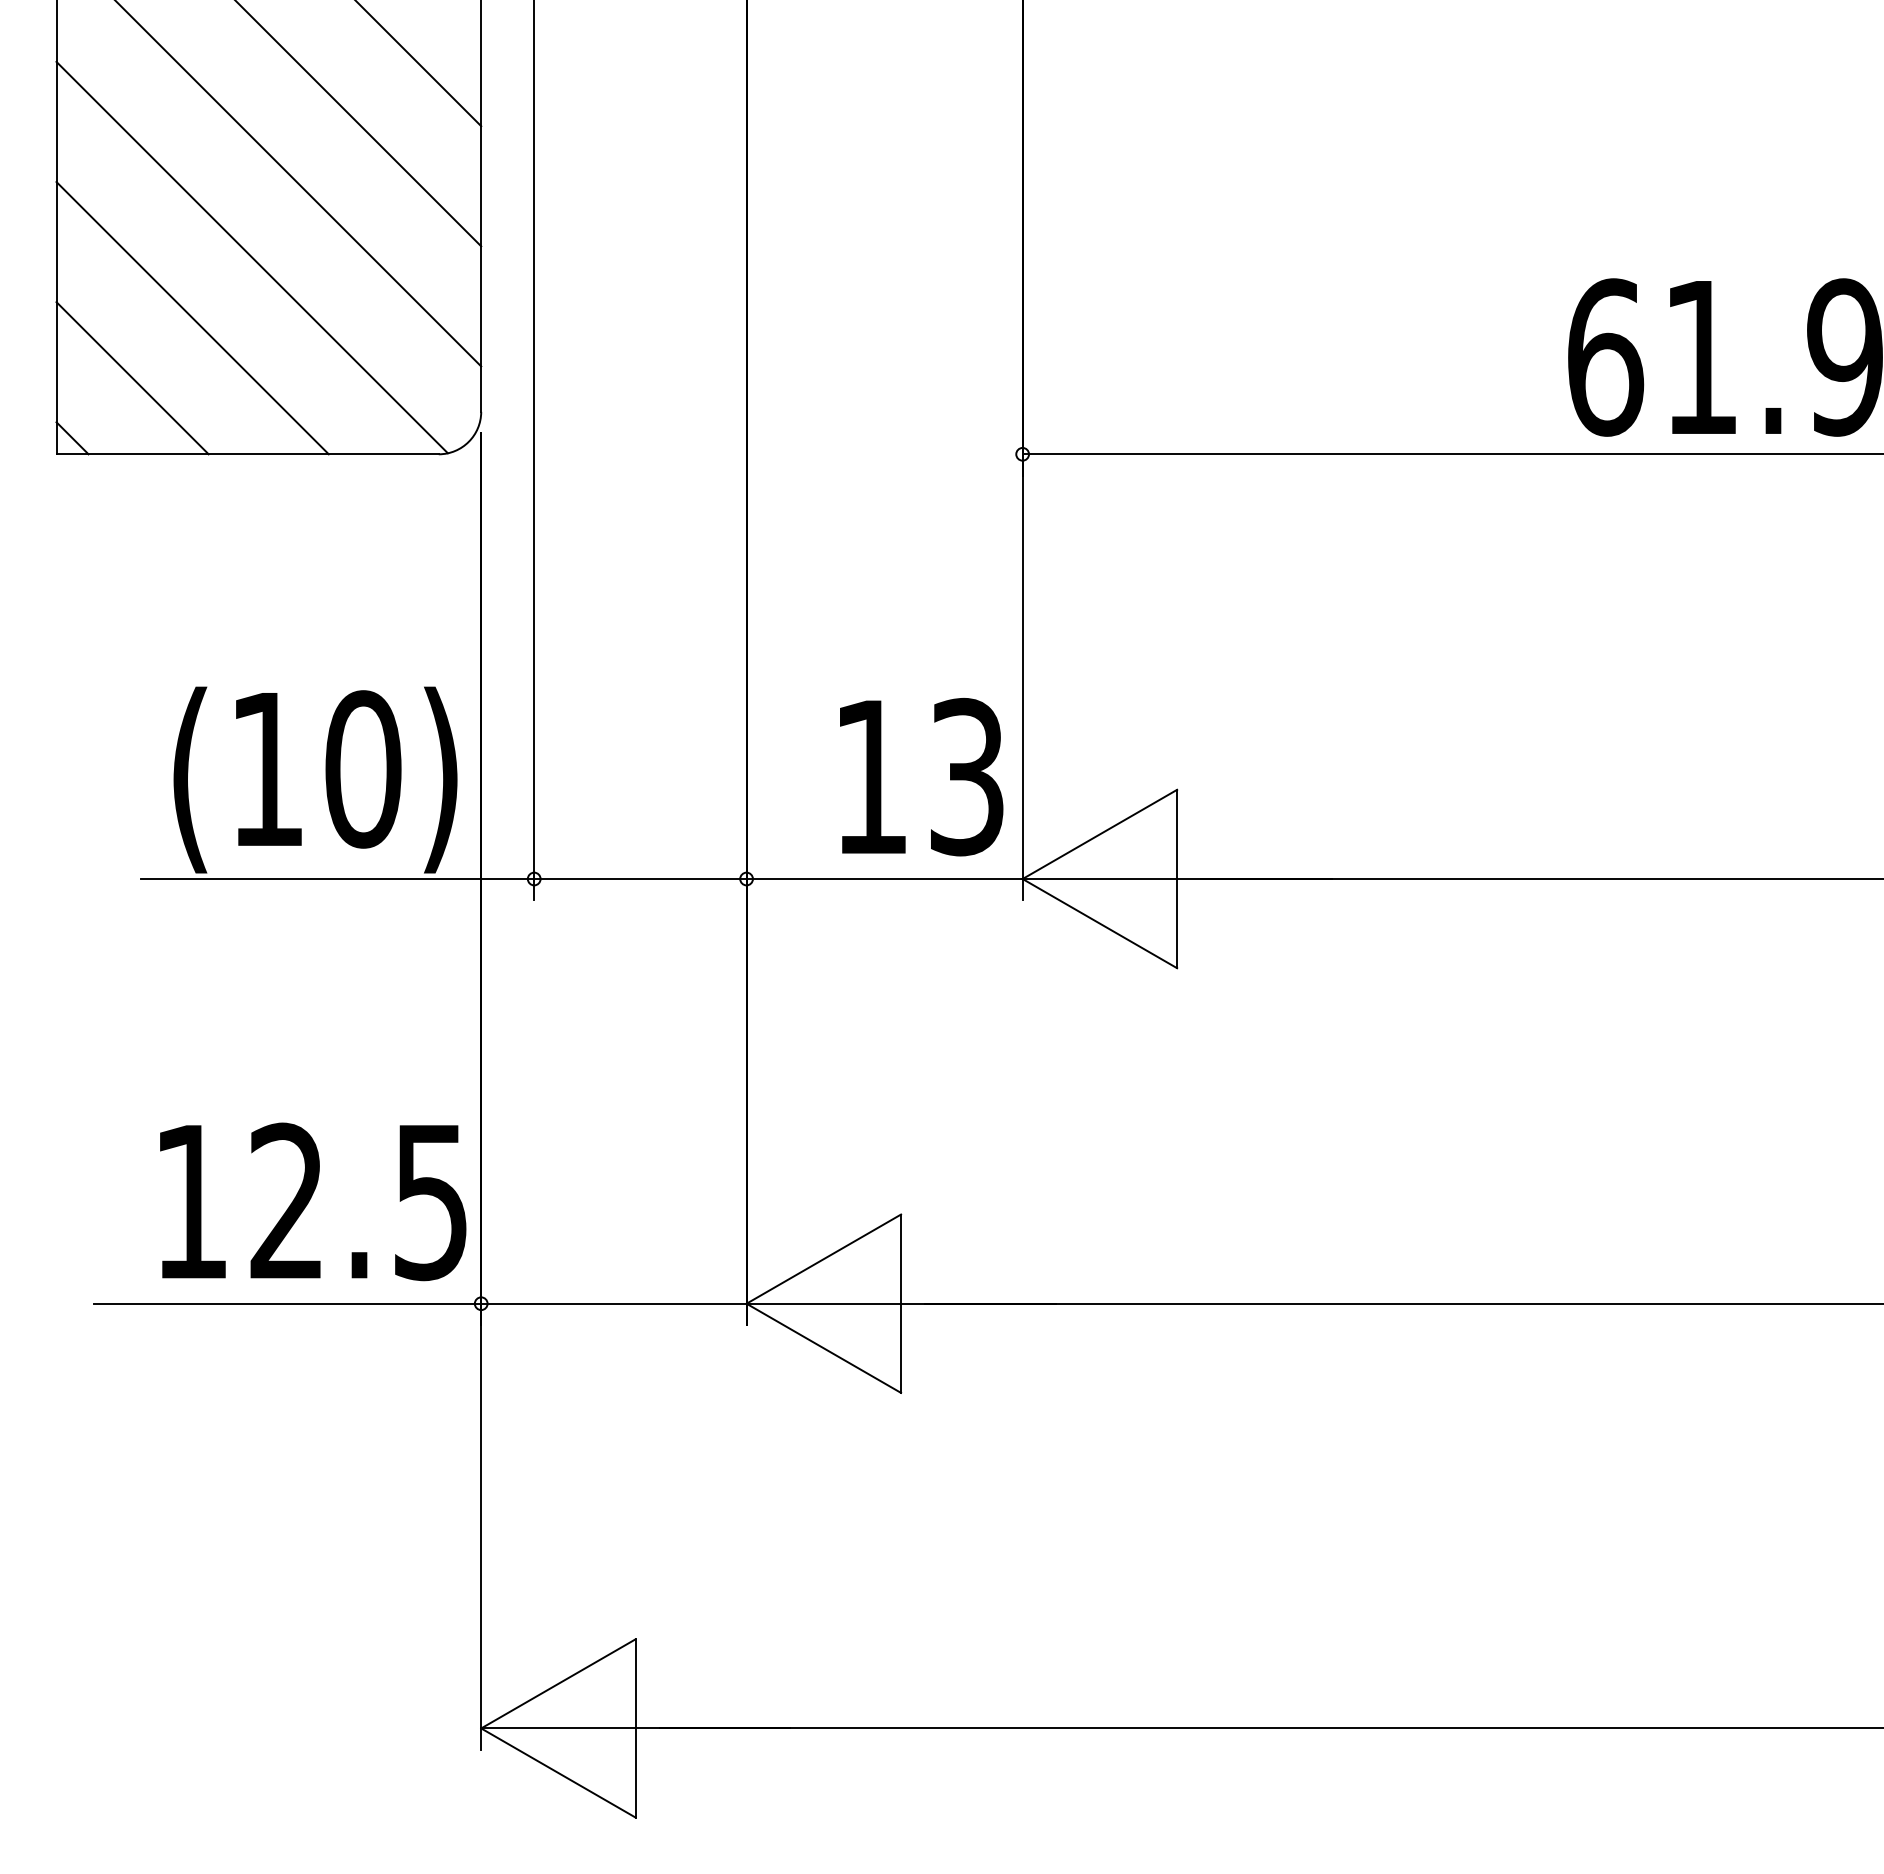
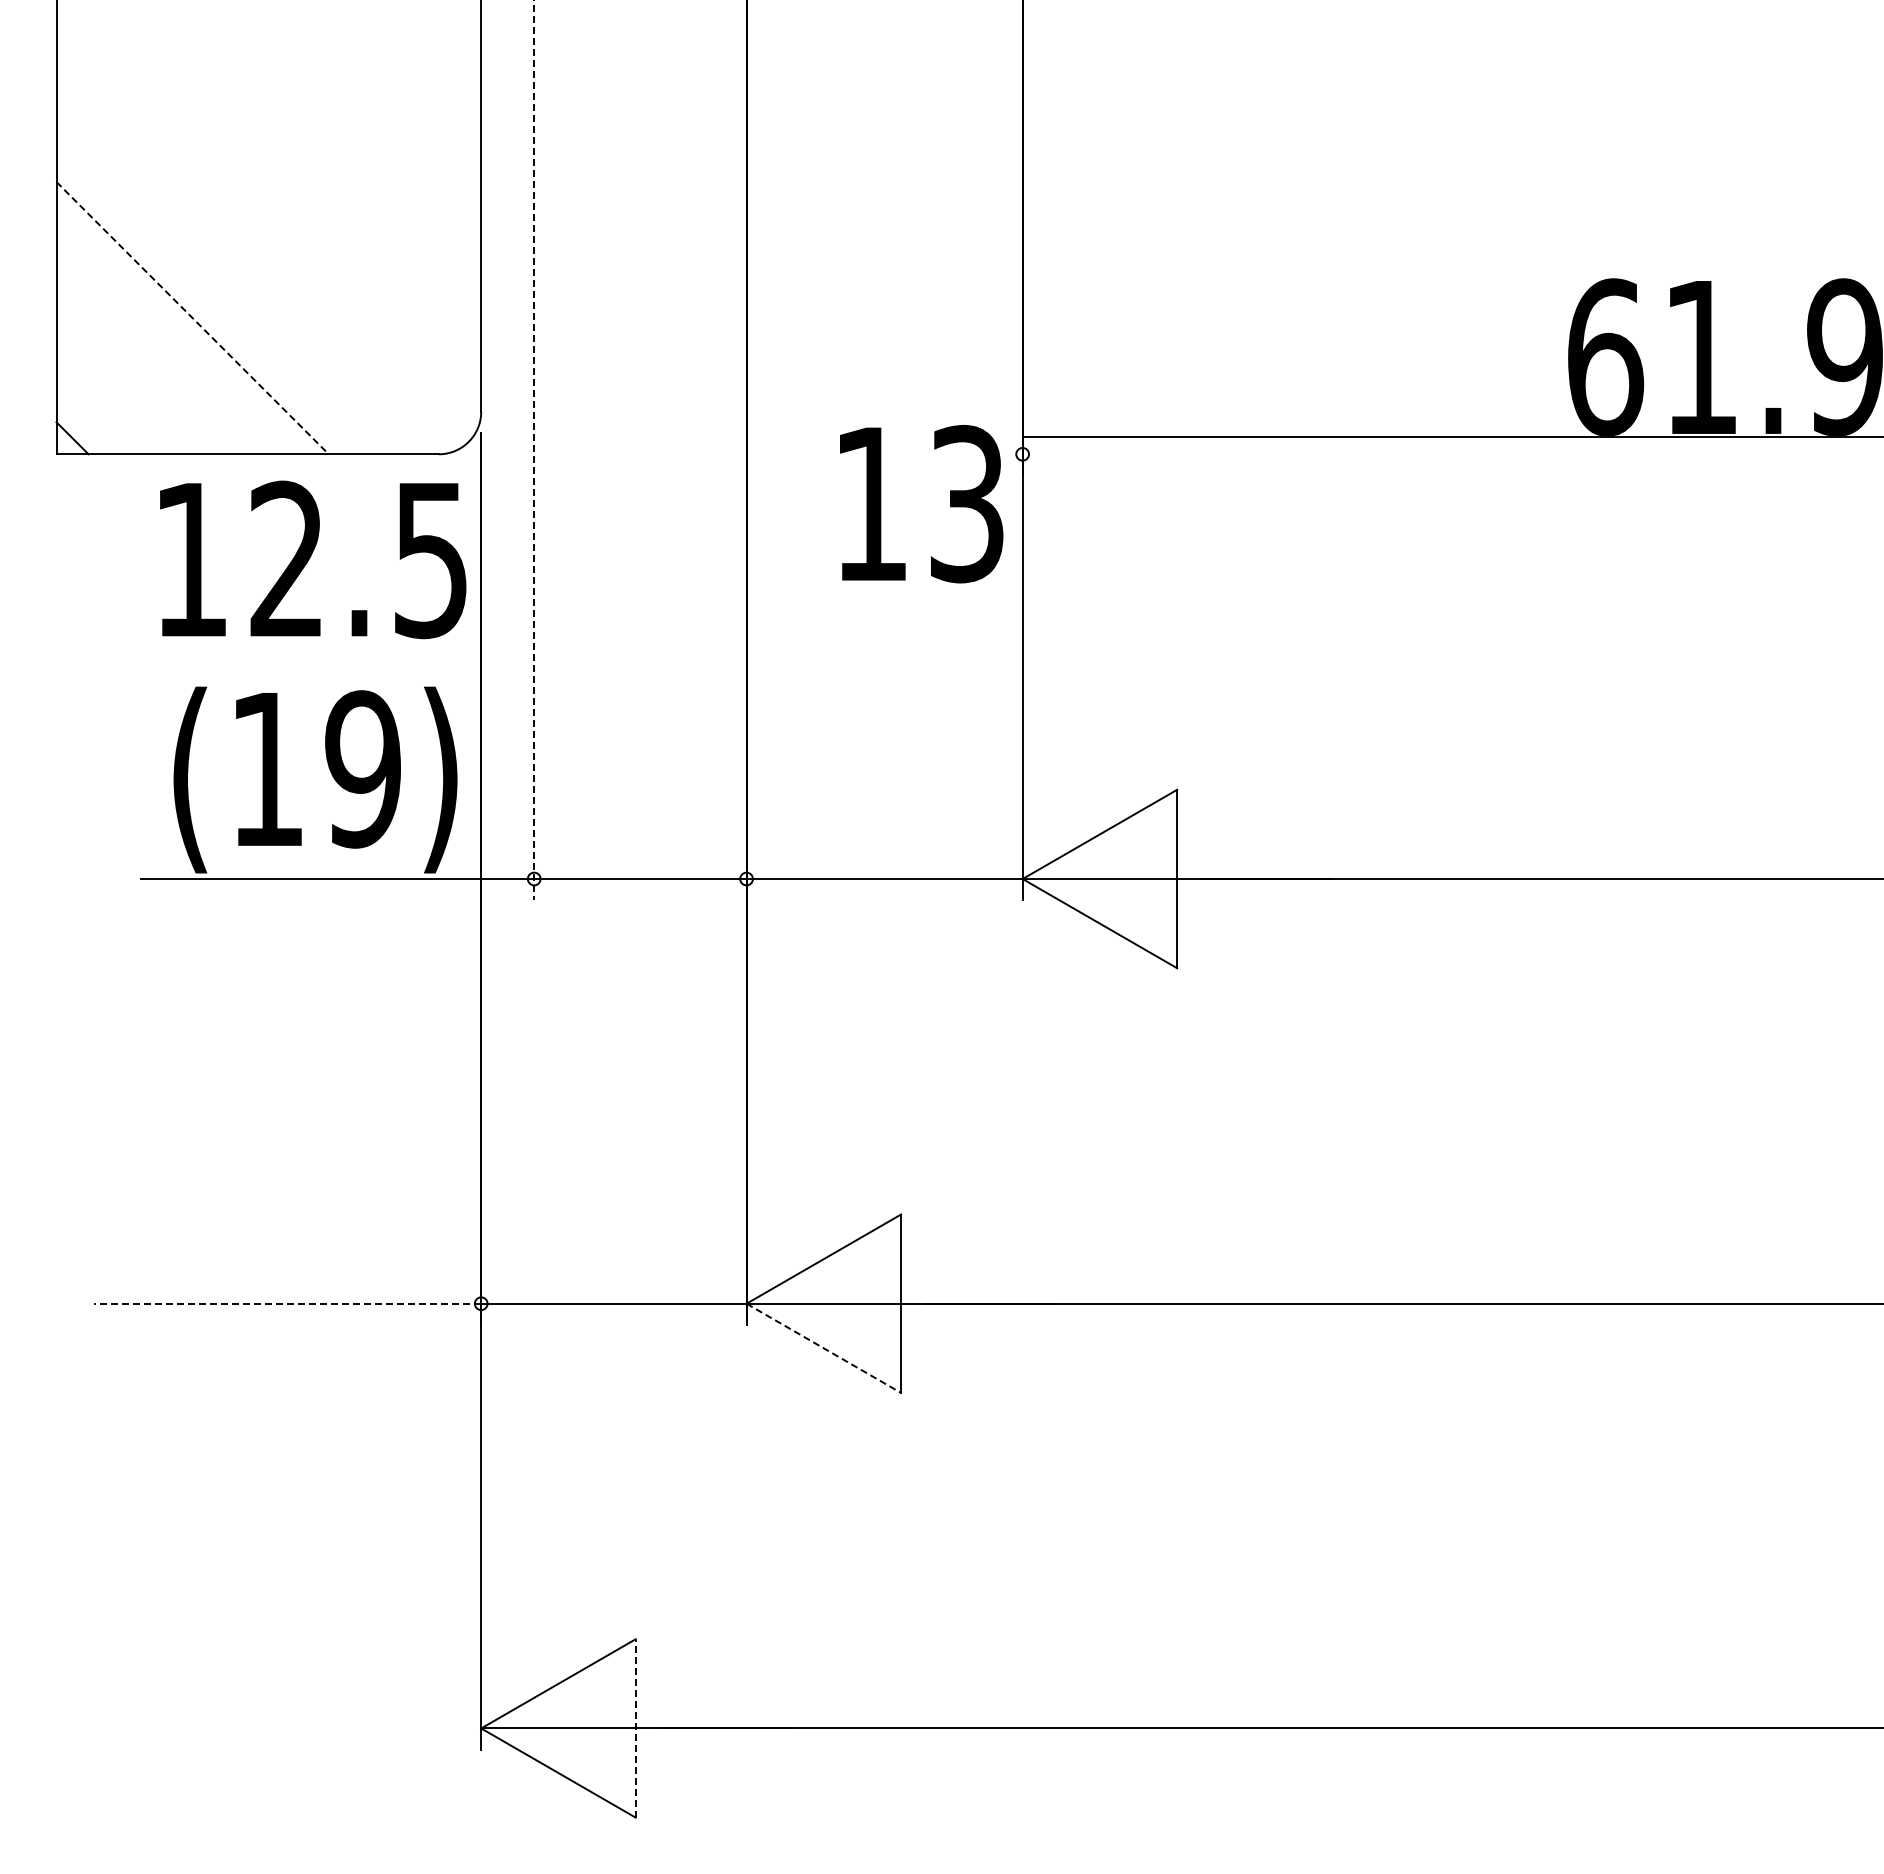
line at (419, 64): present -> none
line at (359, 124): present -> none
line at (299, 184): present -> none
line at (251, 257): present -> none
line at (192, 318): solid -> dashed
line at (132, 378): present -> none
line at (534, 450): solid -> dashed
line at (1451, 454) position: (1451, 454) -> (1451, 437)
text at (363, 769): (10) -> (19)
text at (921, 777) position: (921, 777) -> (921, 504)
text at (313, 1201) position: (313, 1201) -> (313, 559)
line at (287, 1303): solid -> dashed
line at (824, 1348): solid -> dashed
line at (635, 1727): solid -> dashed
